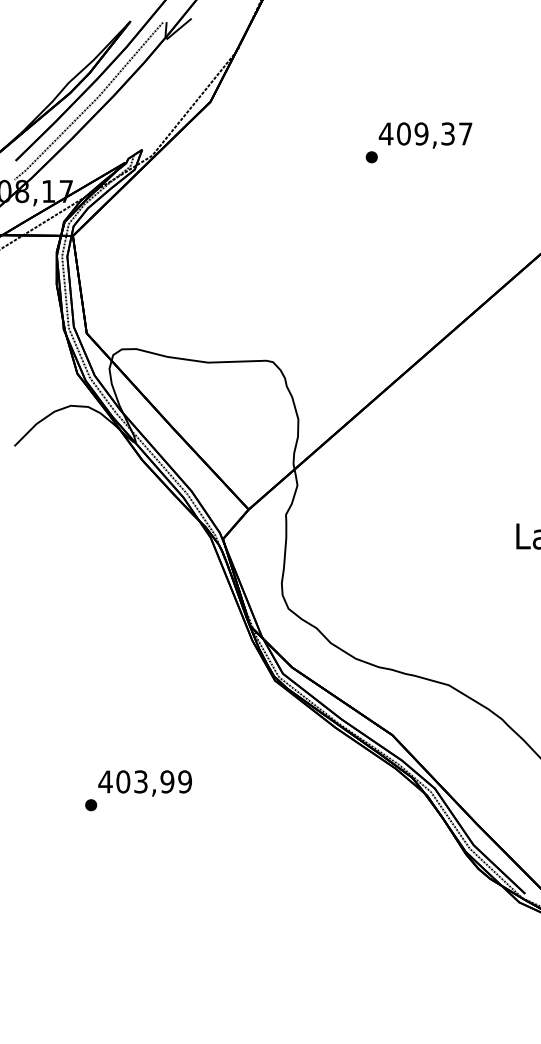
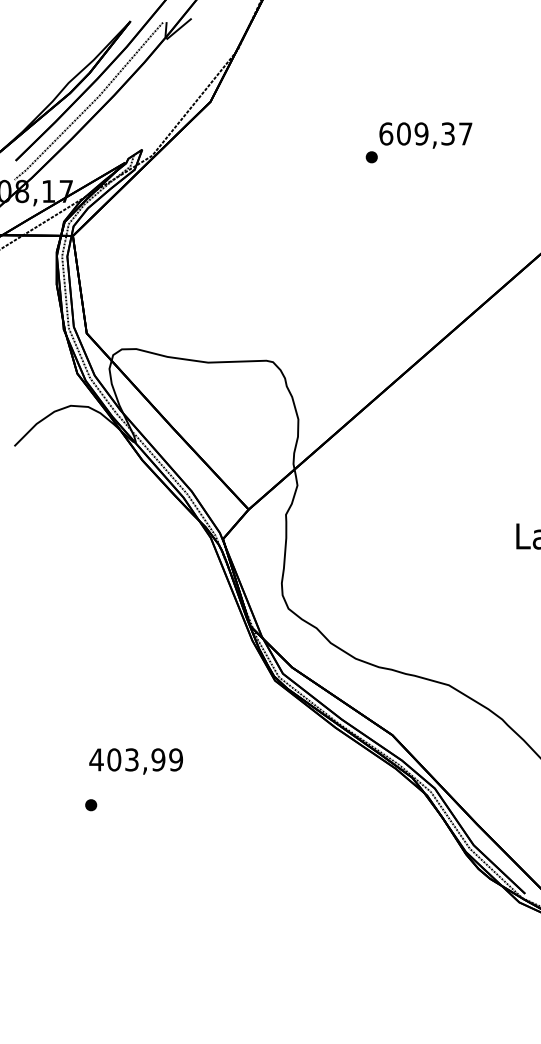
text at (385, 133): 409,37 -> 609,37
text at (144, 783) position: (144, 783) -> (135, 761)
